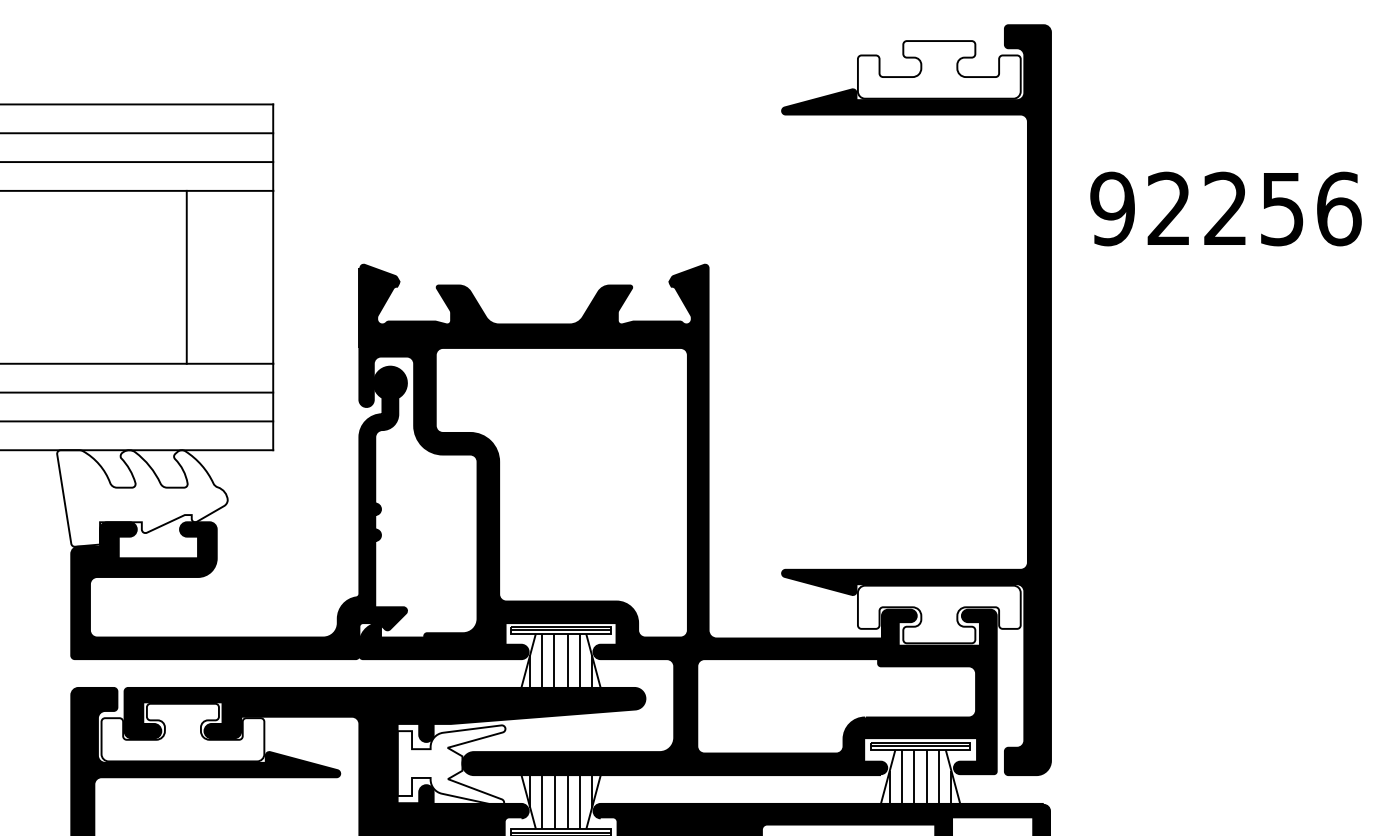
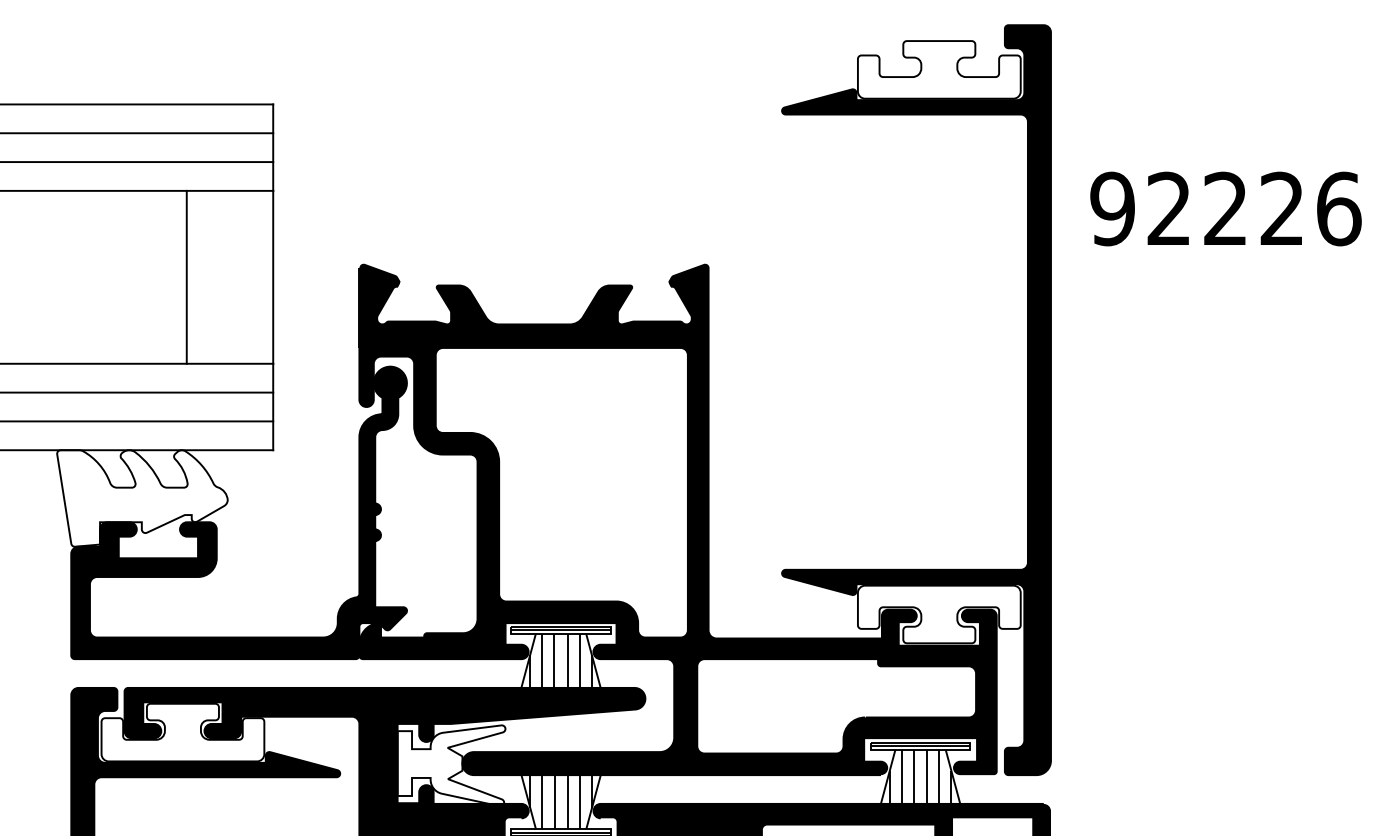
text at (1281, 208): 92256 -> 92226
